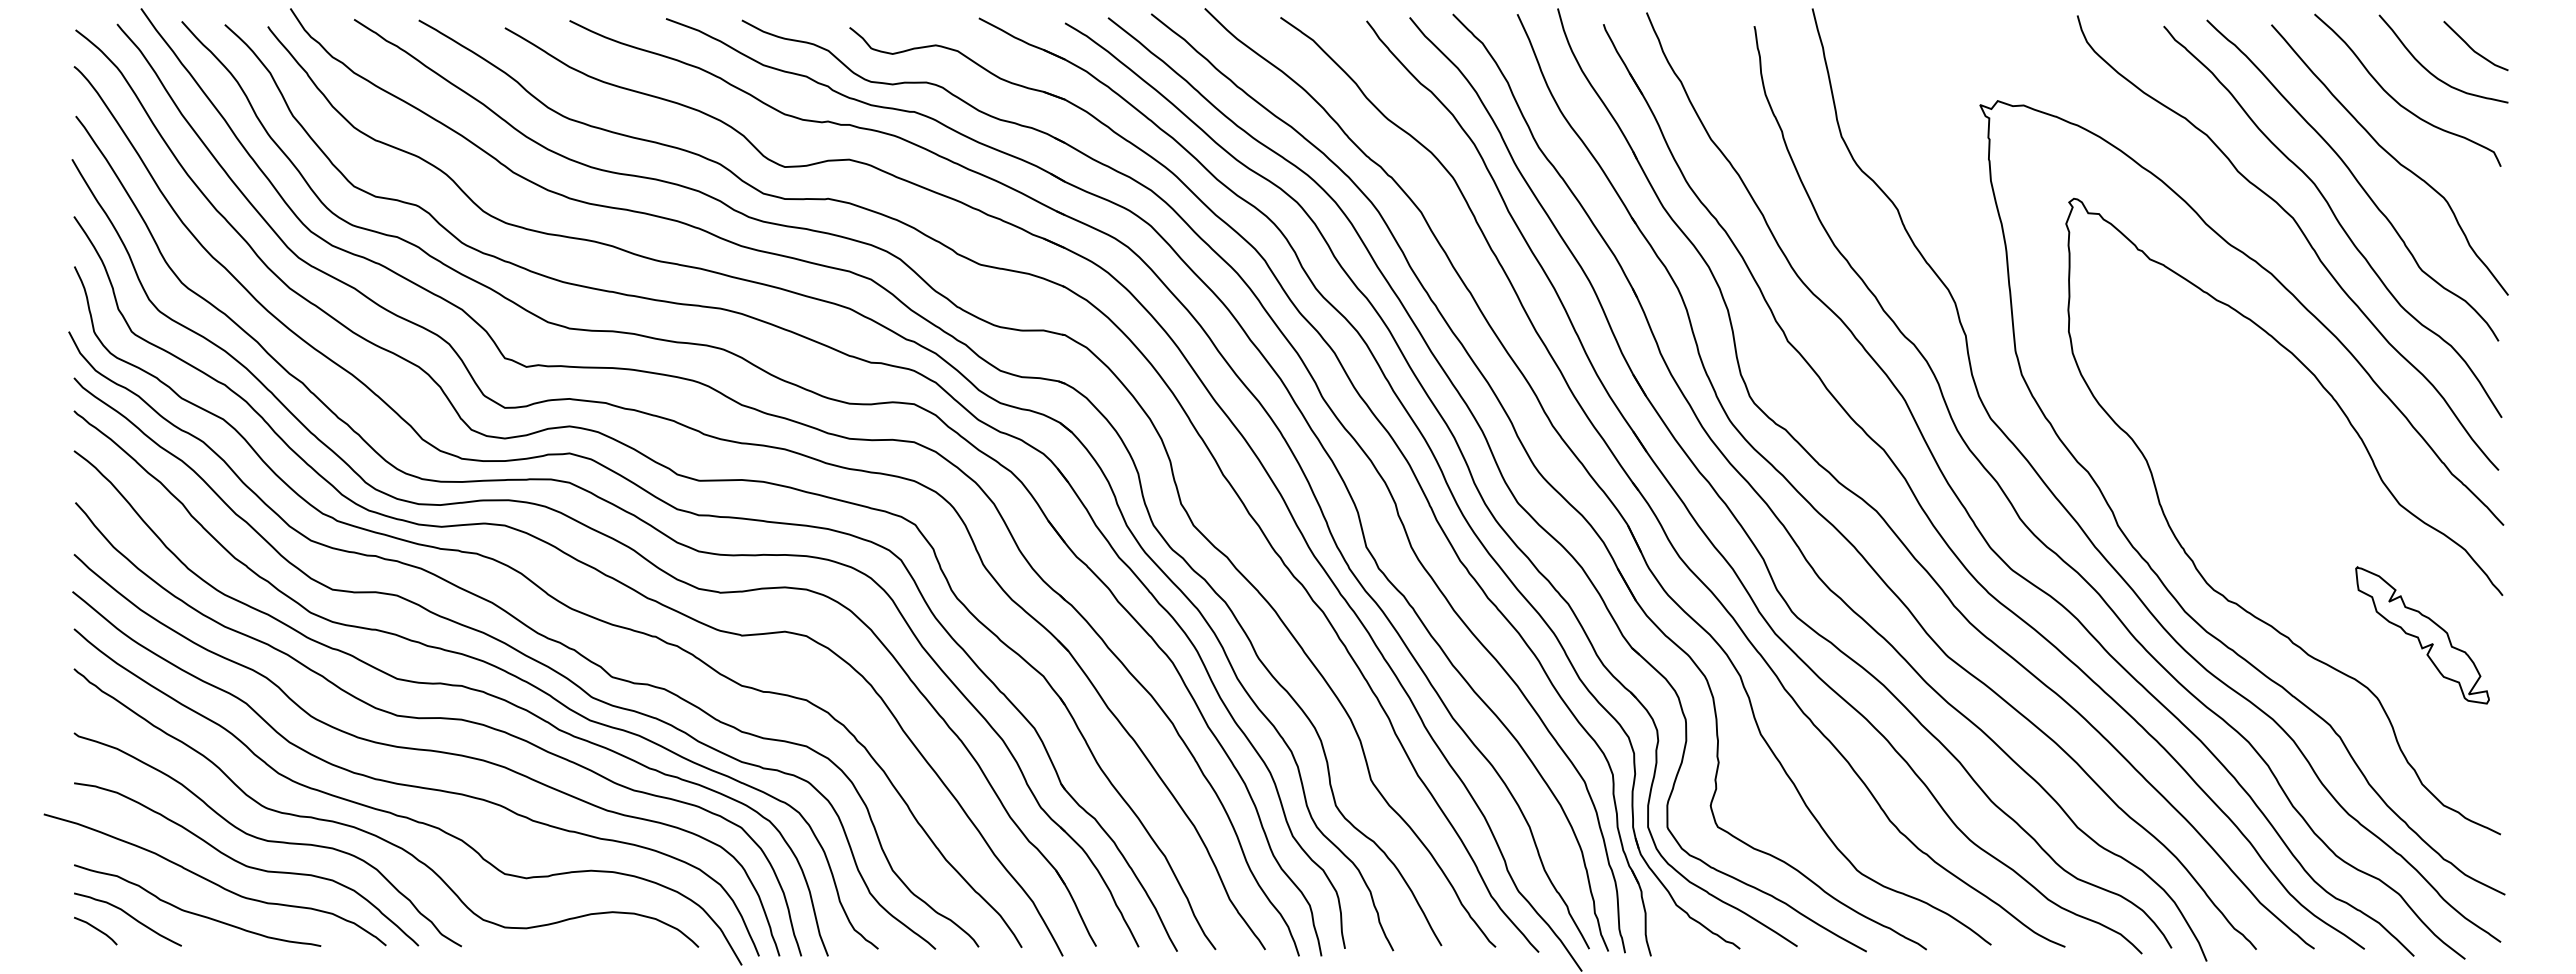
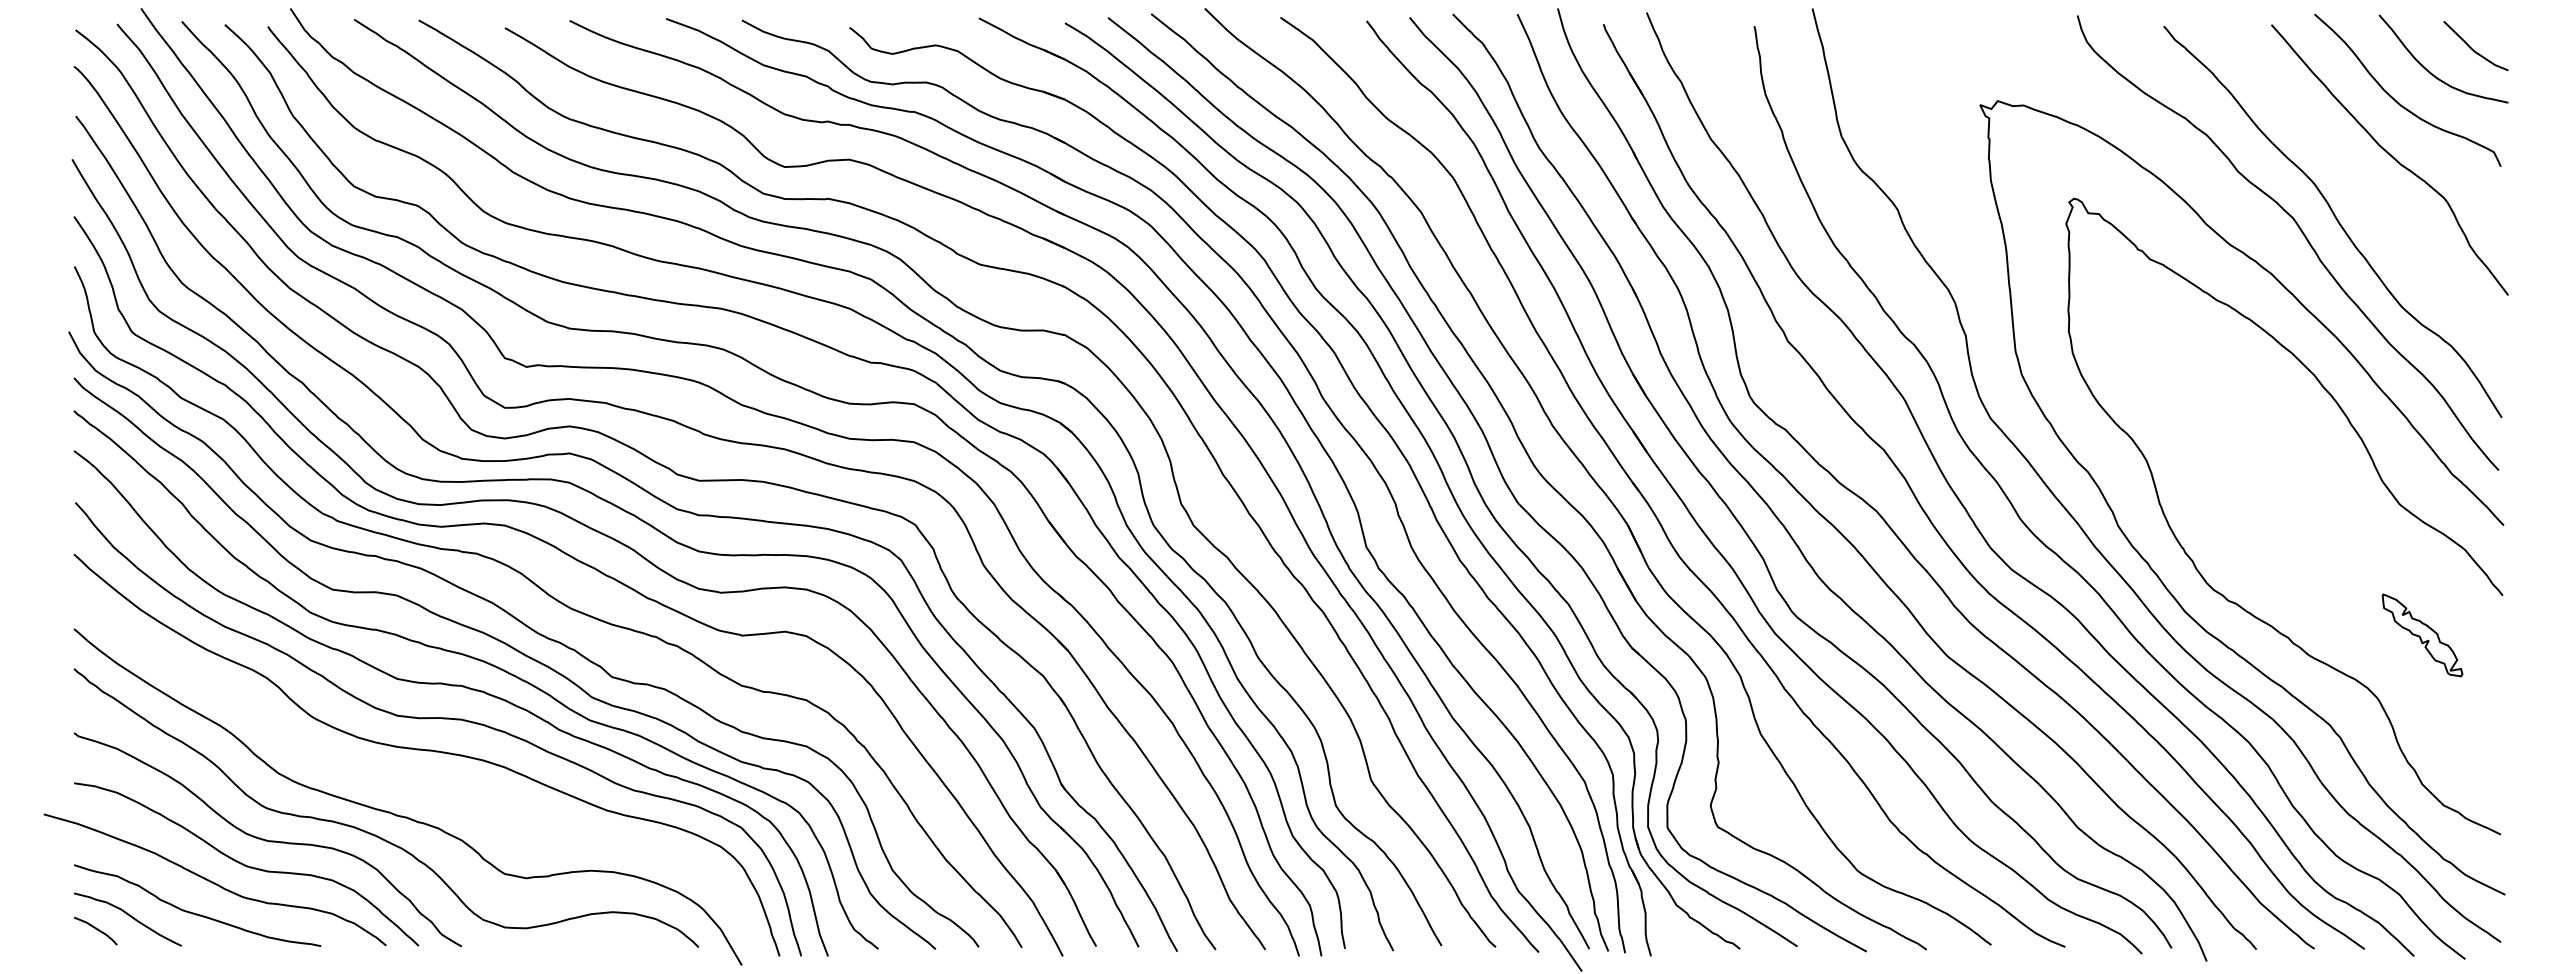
curve at (2354, 178): present -> none
part at (2422, 635) size: 135x139 px -> 83x85 px
curve at (415, 785): present -> none
